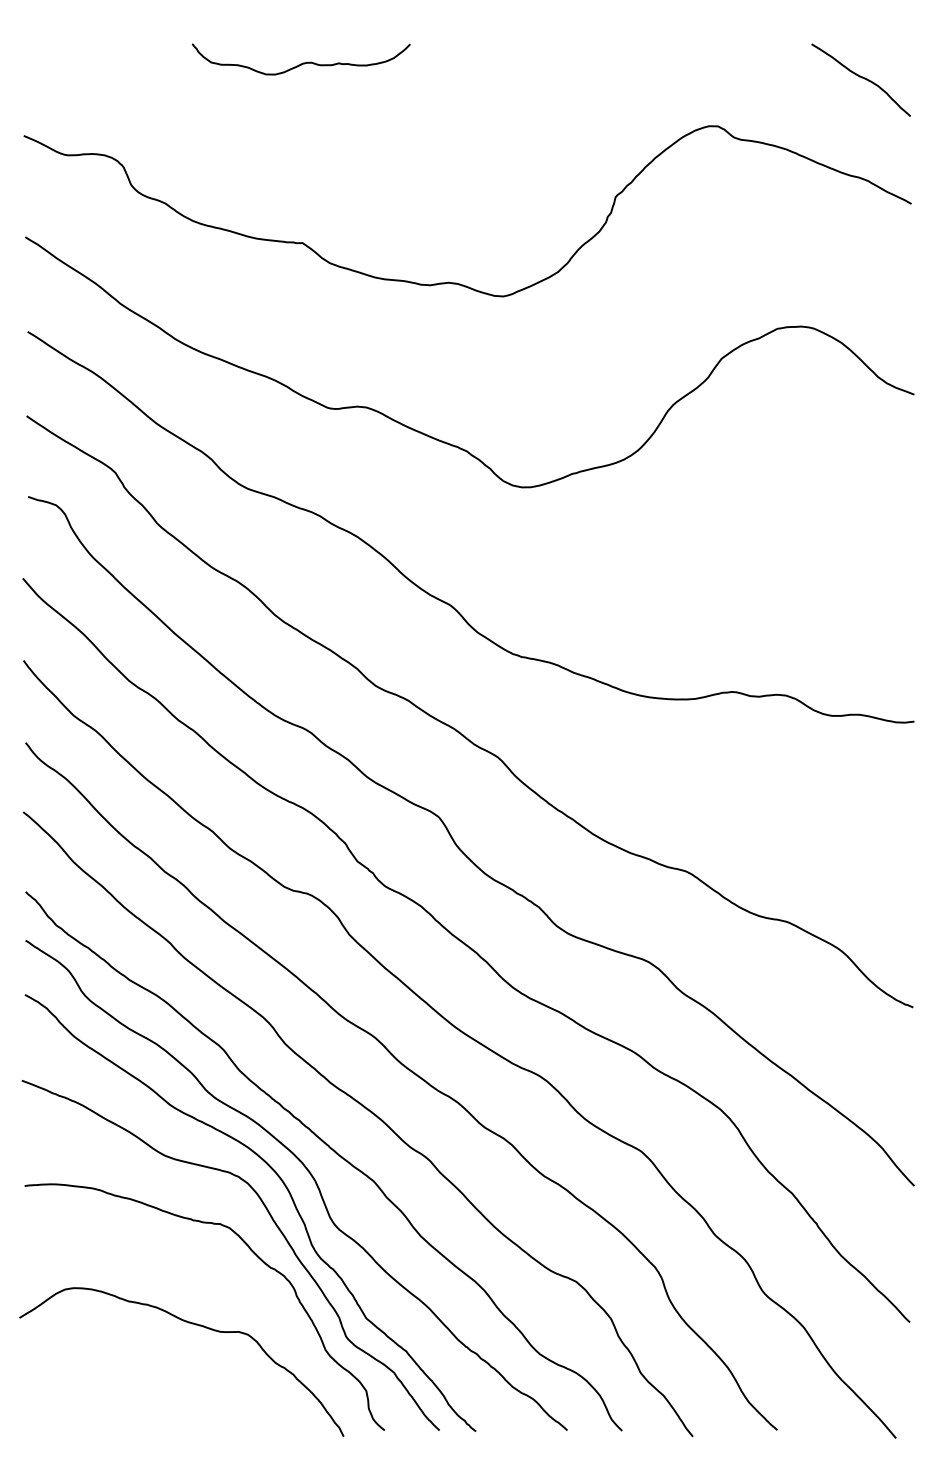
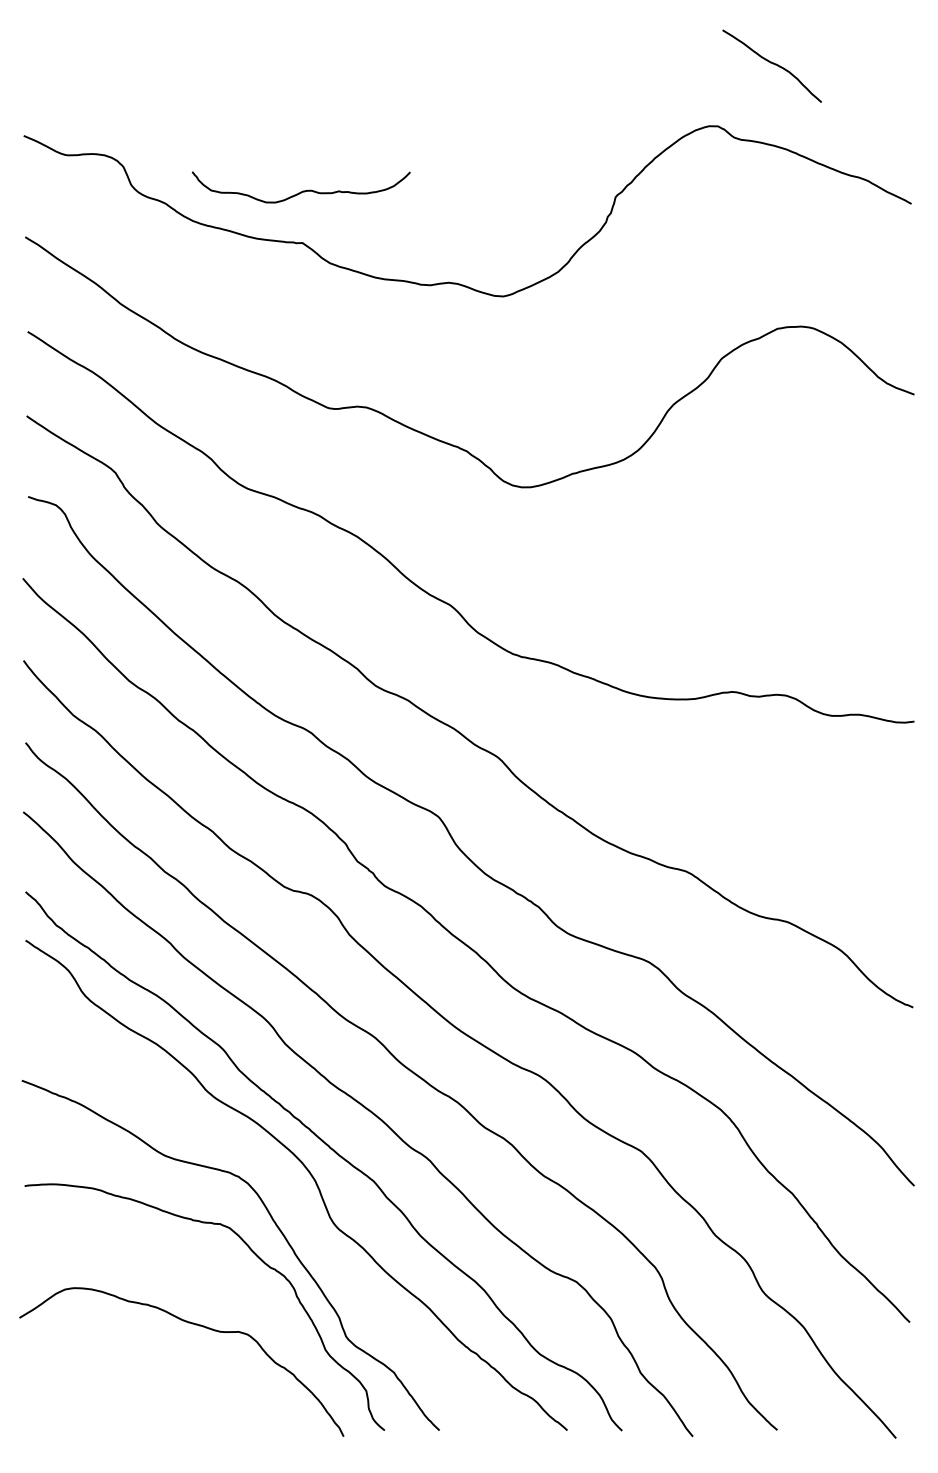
curve at (302, 62) position: (302, 62) -> (302, 190)
curve at (861, 78) position: (861, 78) -> (772, 64)
curve at (288, 1193): present -> none
